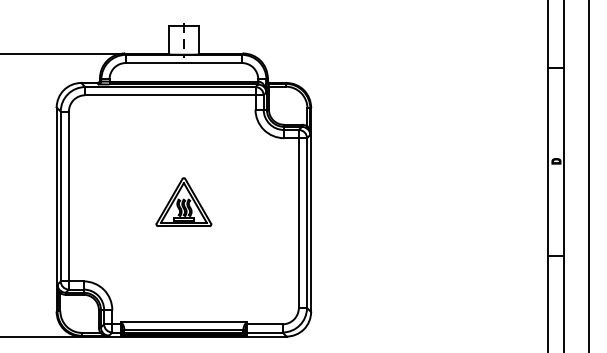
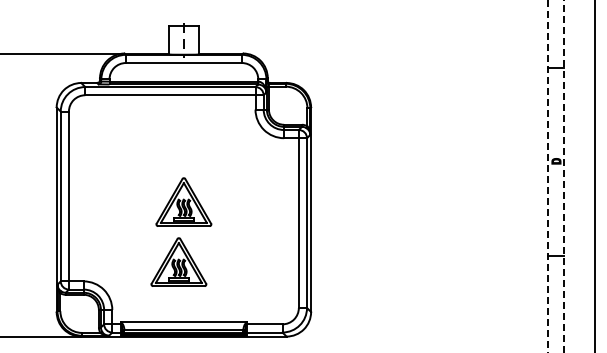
line at (588, 175) position: (588, 175) -> (594, 175)
line at (547, 176): solid -> dashed
line at (564, 176): solid -> dashed
part at (178, 261): none -> present
